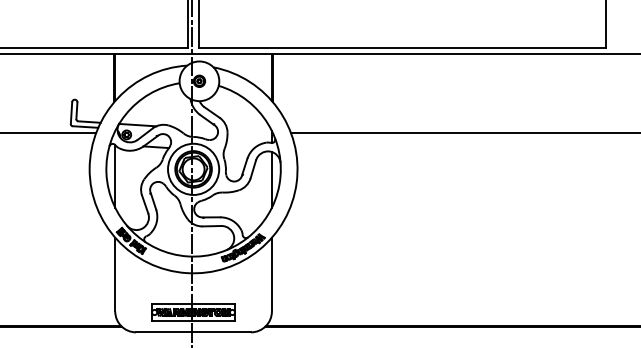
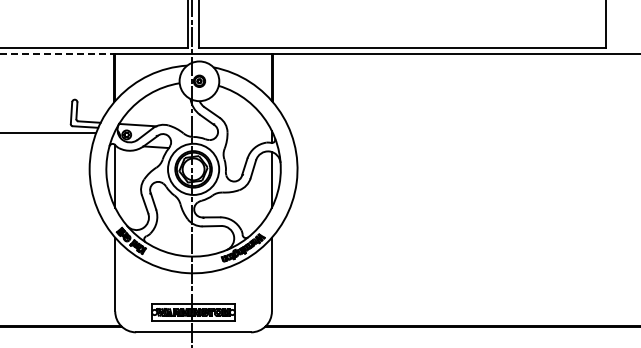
line at (57, 54): solid -> dashed
line at (463, 132): present -> none
